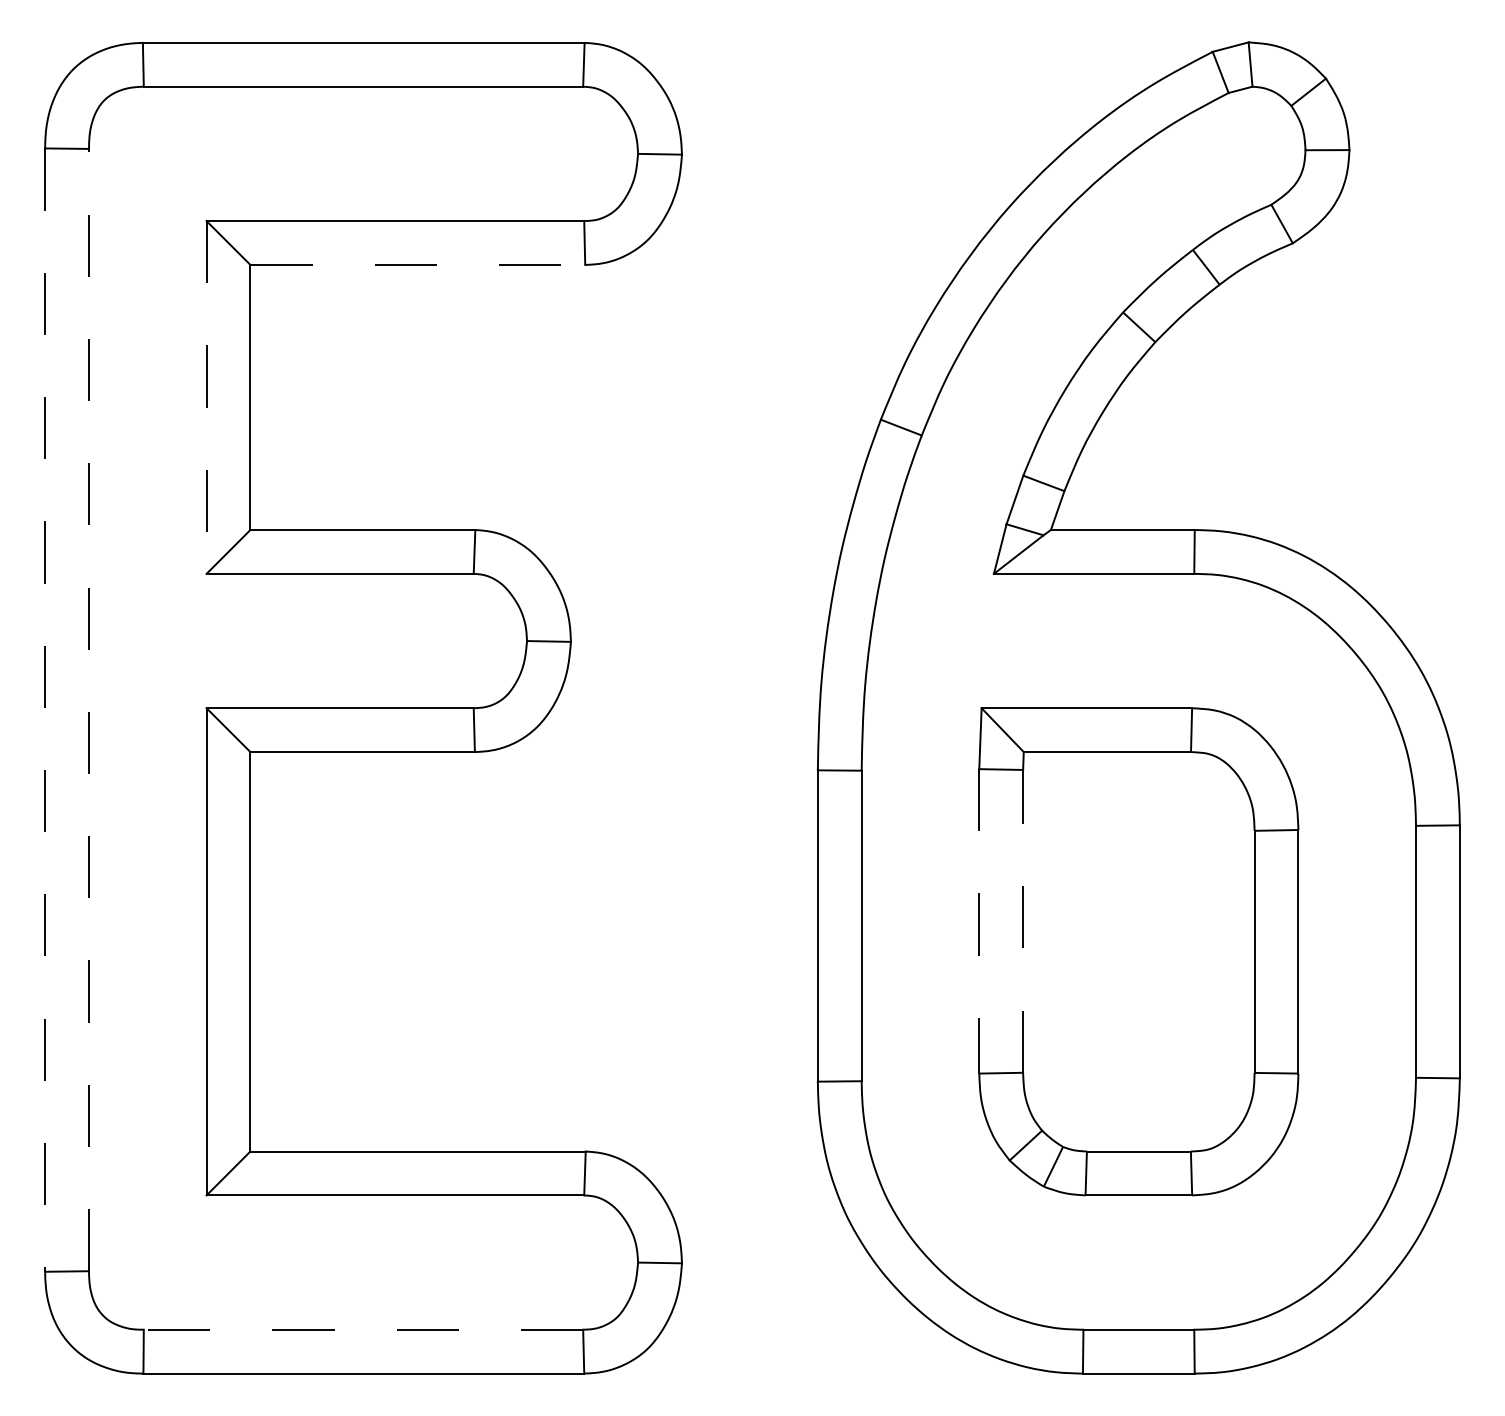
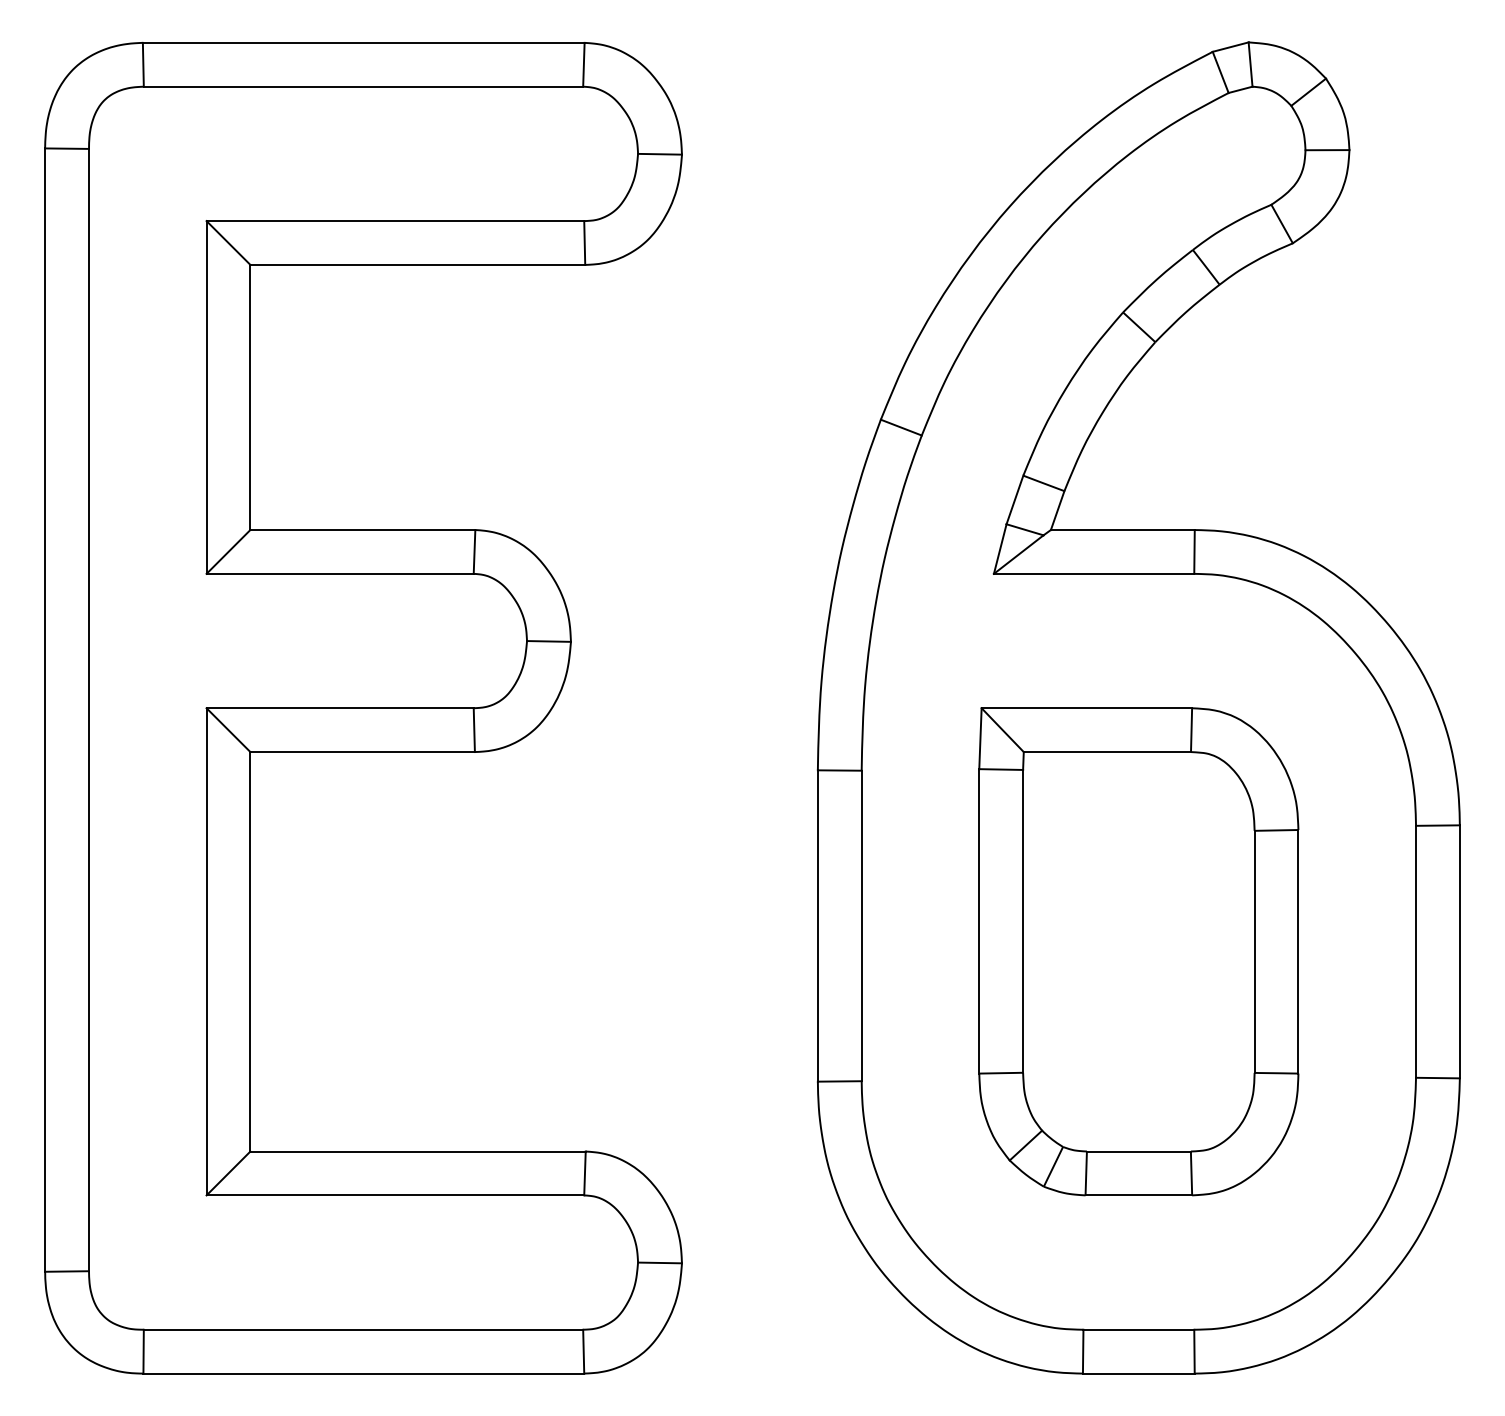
line at (418, 264): dashed -> solid
line at (206, 397): dashed -> solid
line at (89, 709): dashed -> solid
line at (45, 710): dashed -> solid
line at (1023, 920): dashed -> solid
line at (979, 921): dashed -> solid
line at (363, 1329): dashed -> solid
